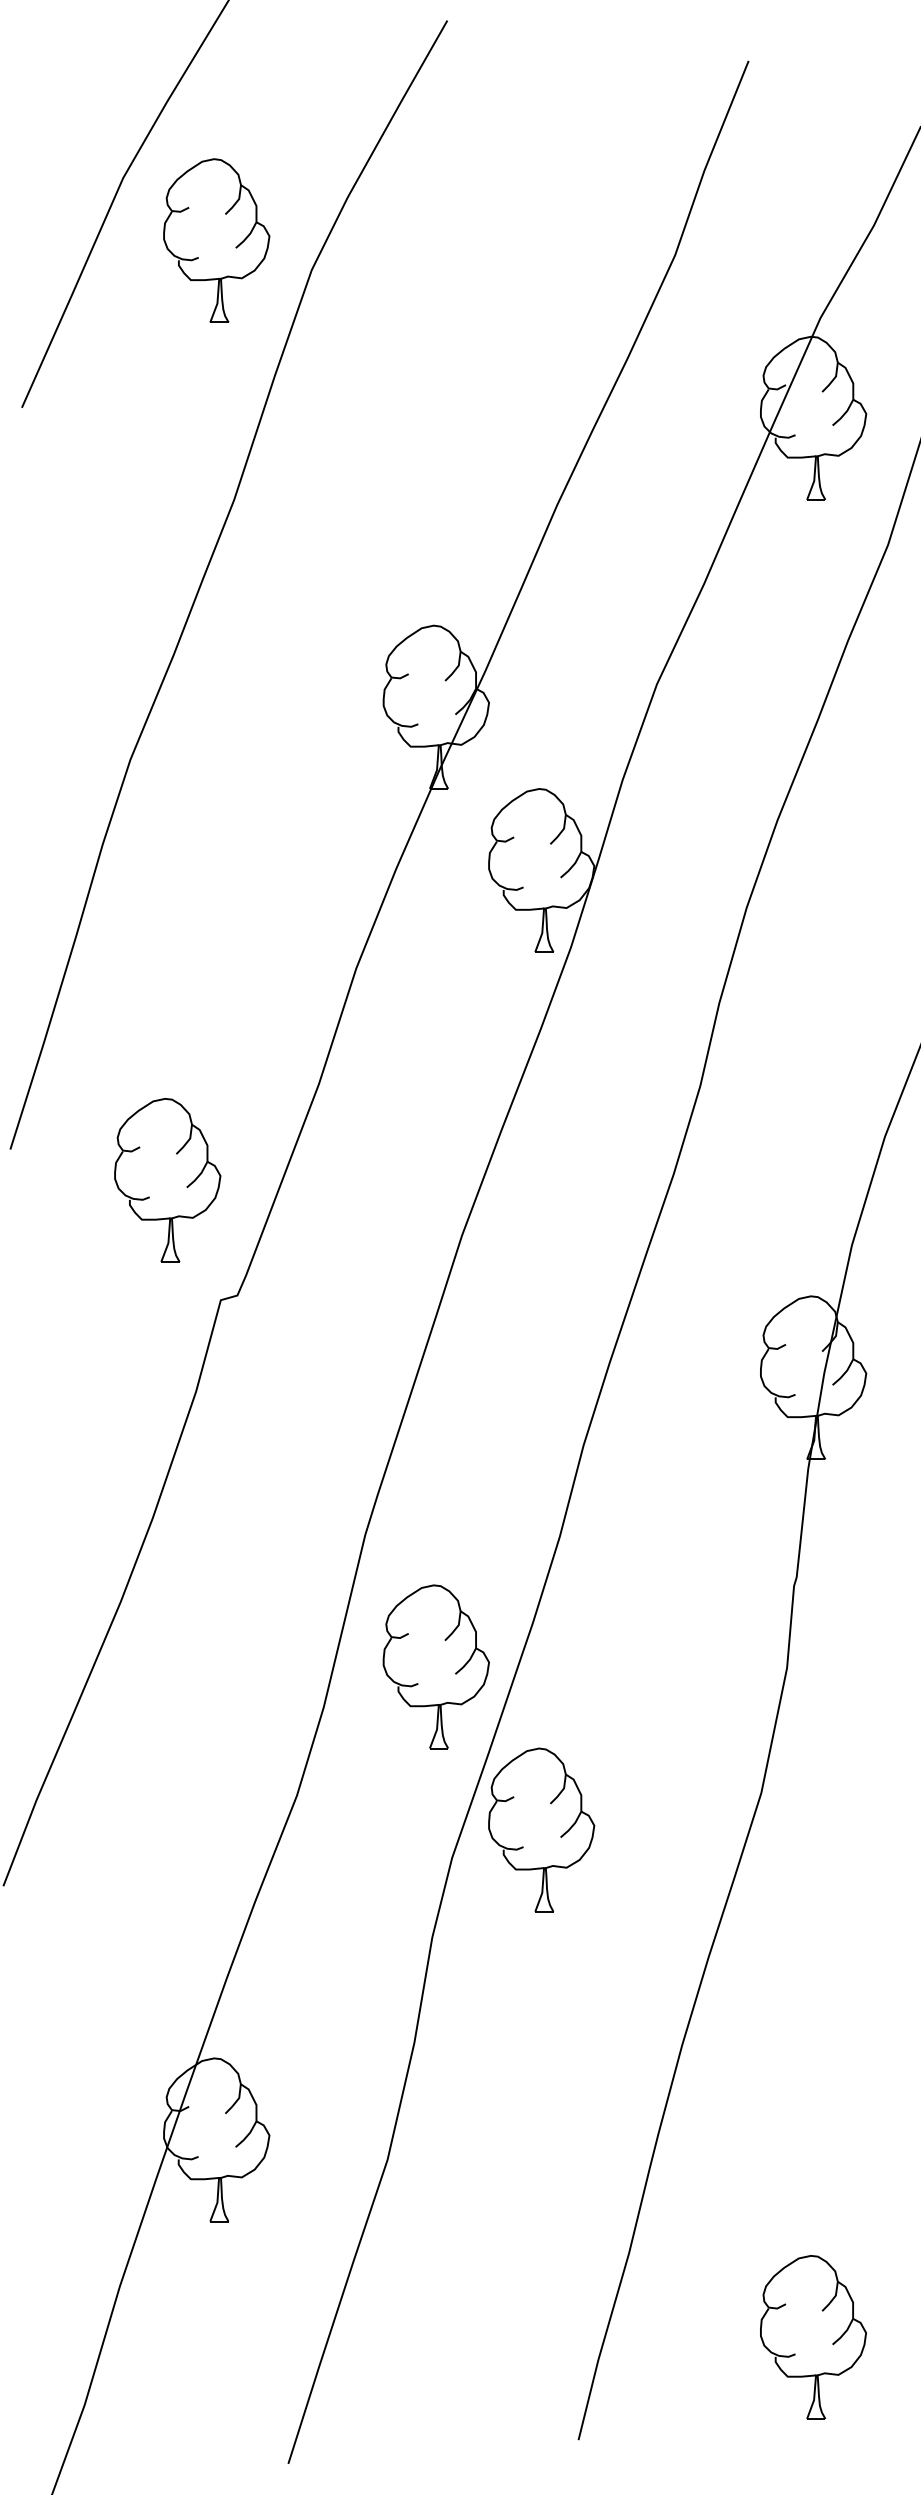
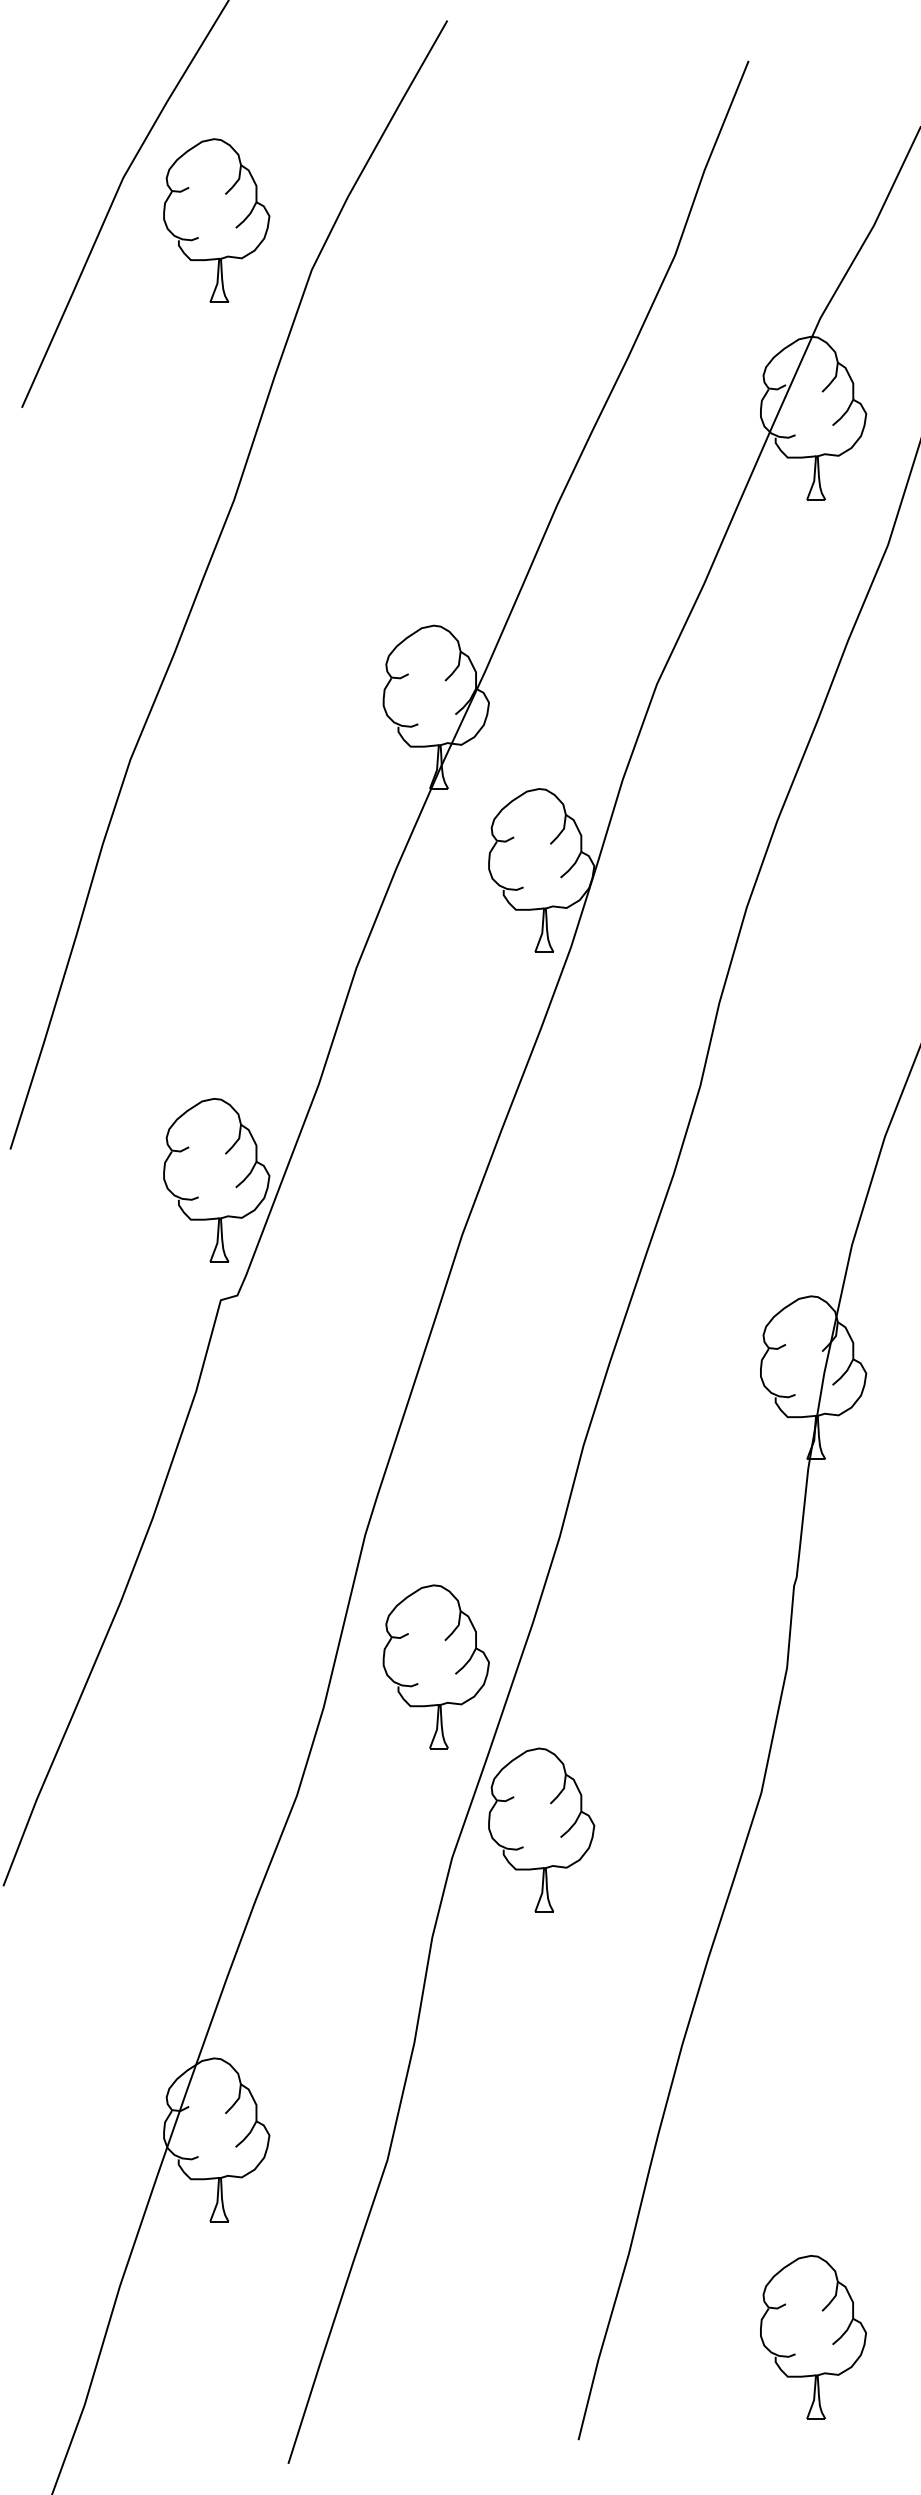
part at (216, 240) position: (216, 240) -> (216, 220)
part at (167, 1180) position: (167, 1180) -> (216, 1180)
